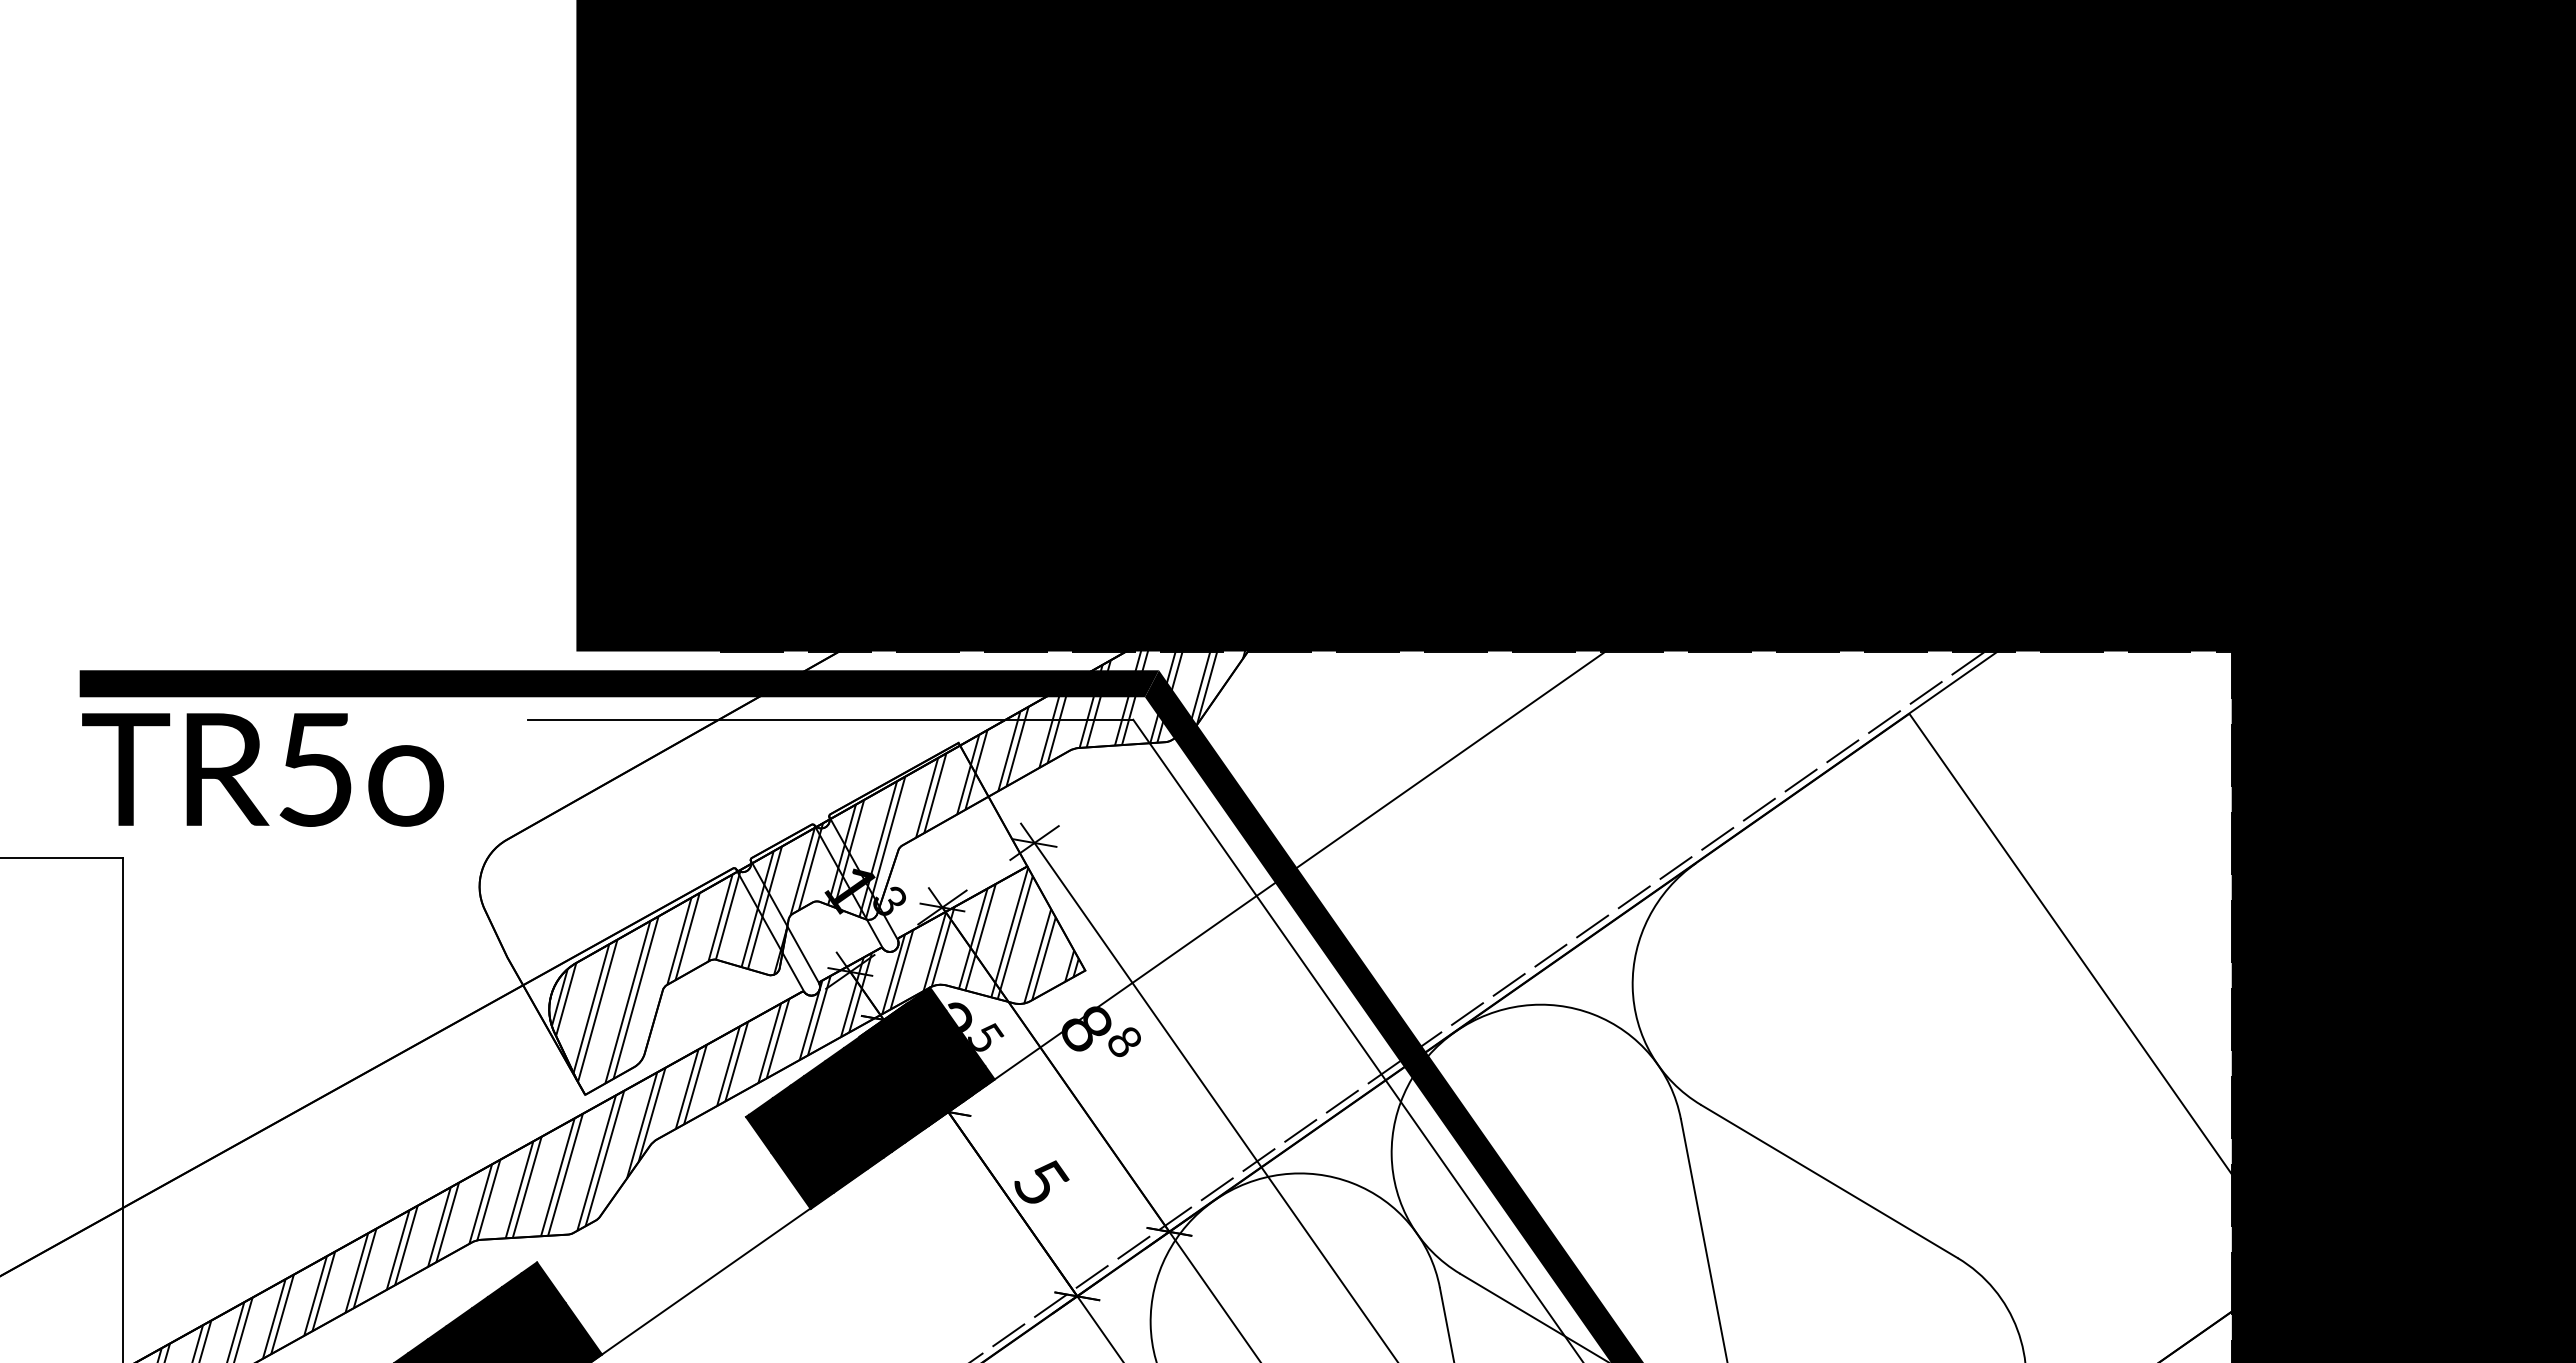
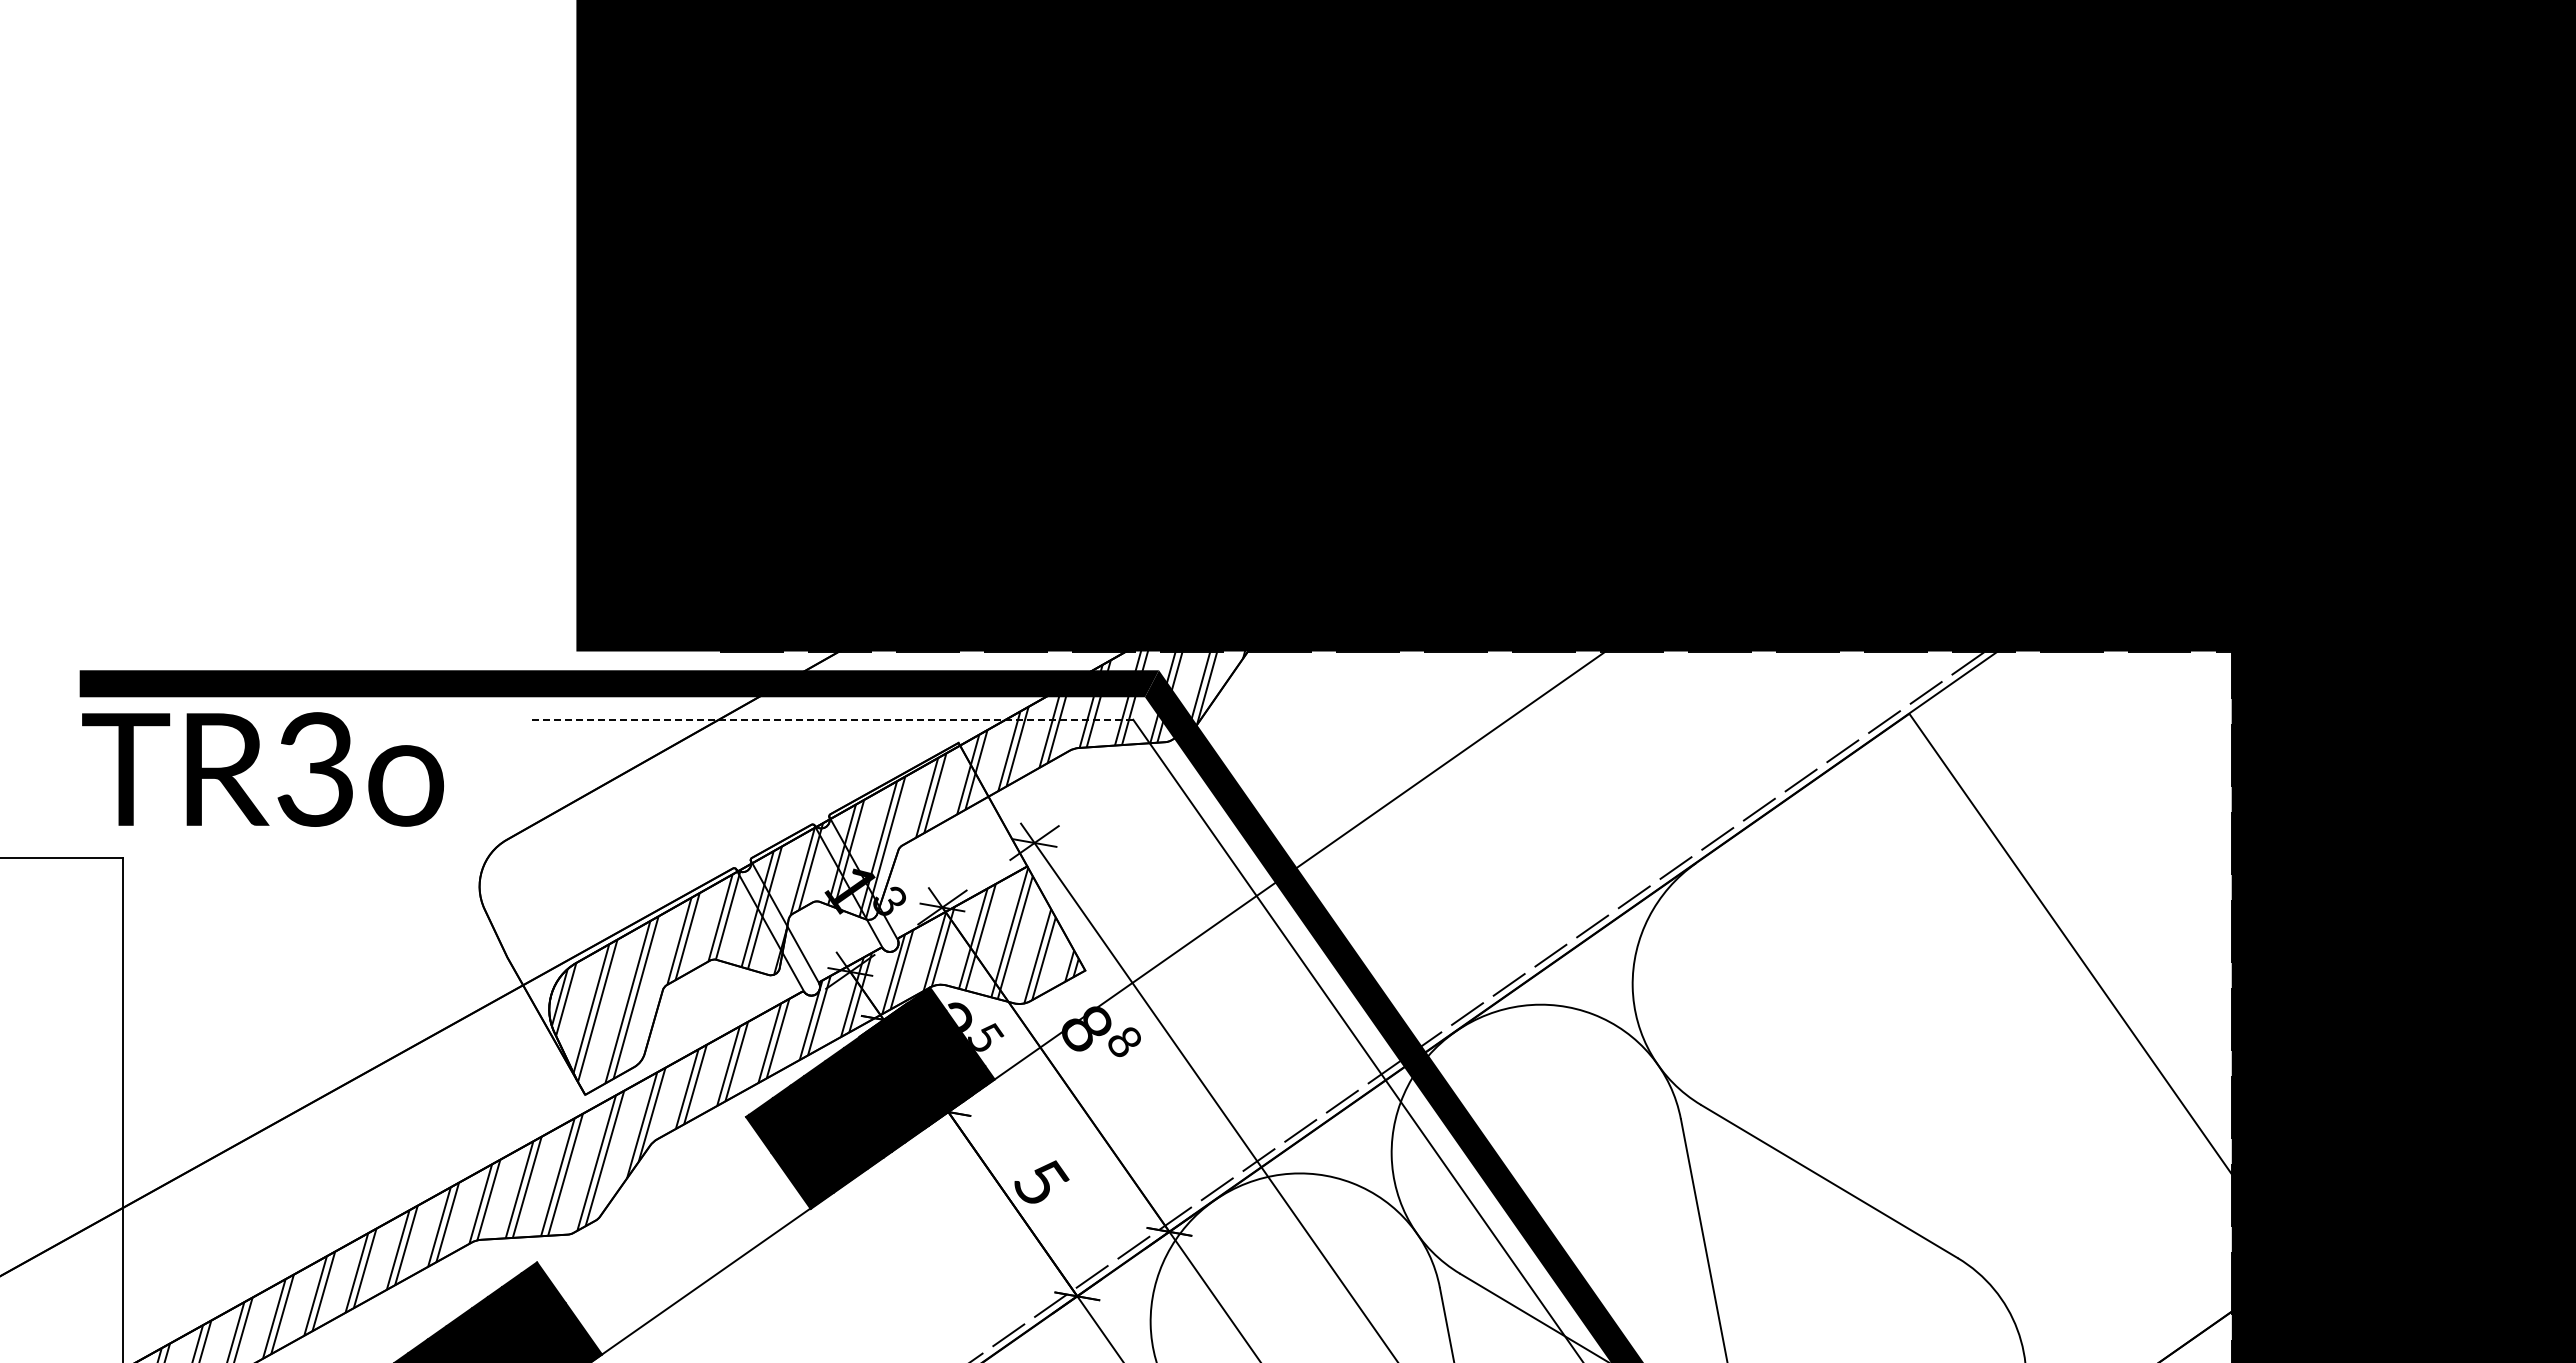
line at (830, 719): solid -> dashed
text at (314, 769): TR5o -> TR3o
